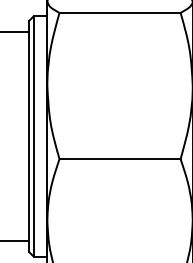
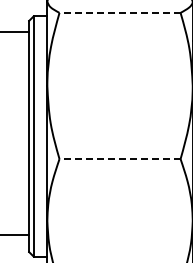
line at (120, 12): solid -> dashed
line at (120, 159): solid -> dashed
line at (15, 241) position: (15, 241) -> (15, 235)
